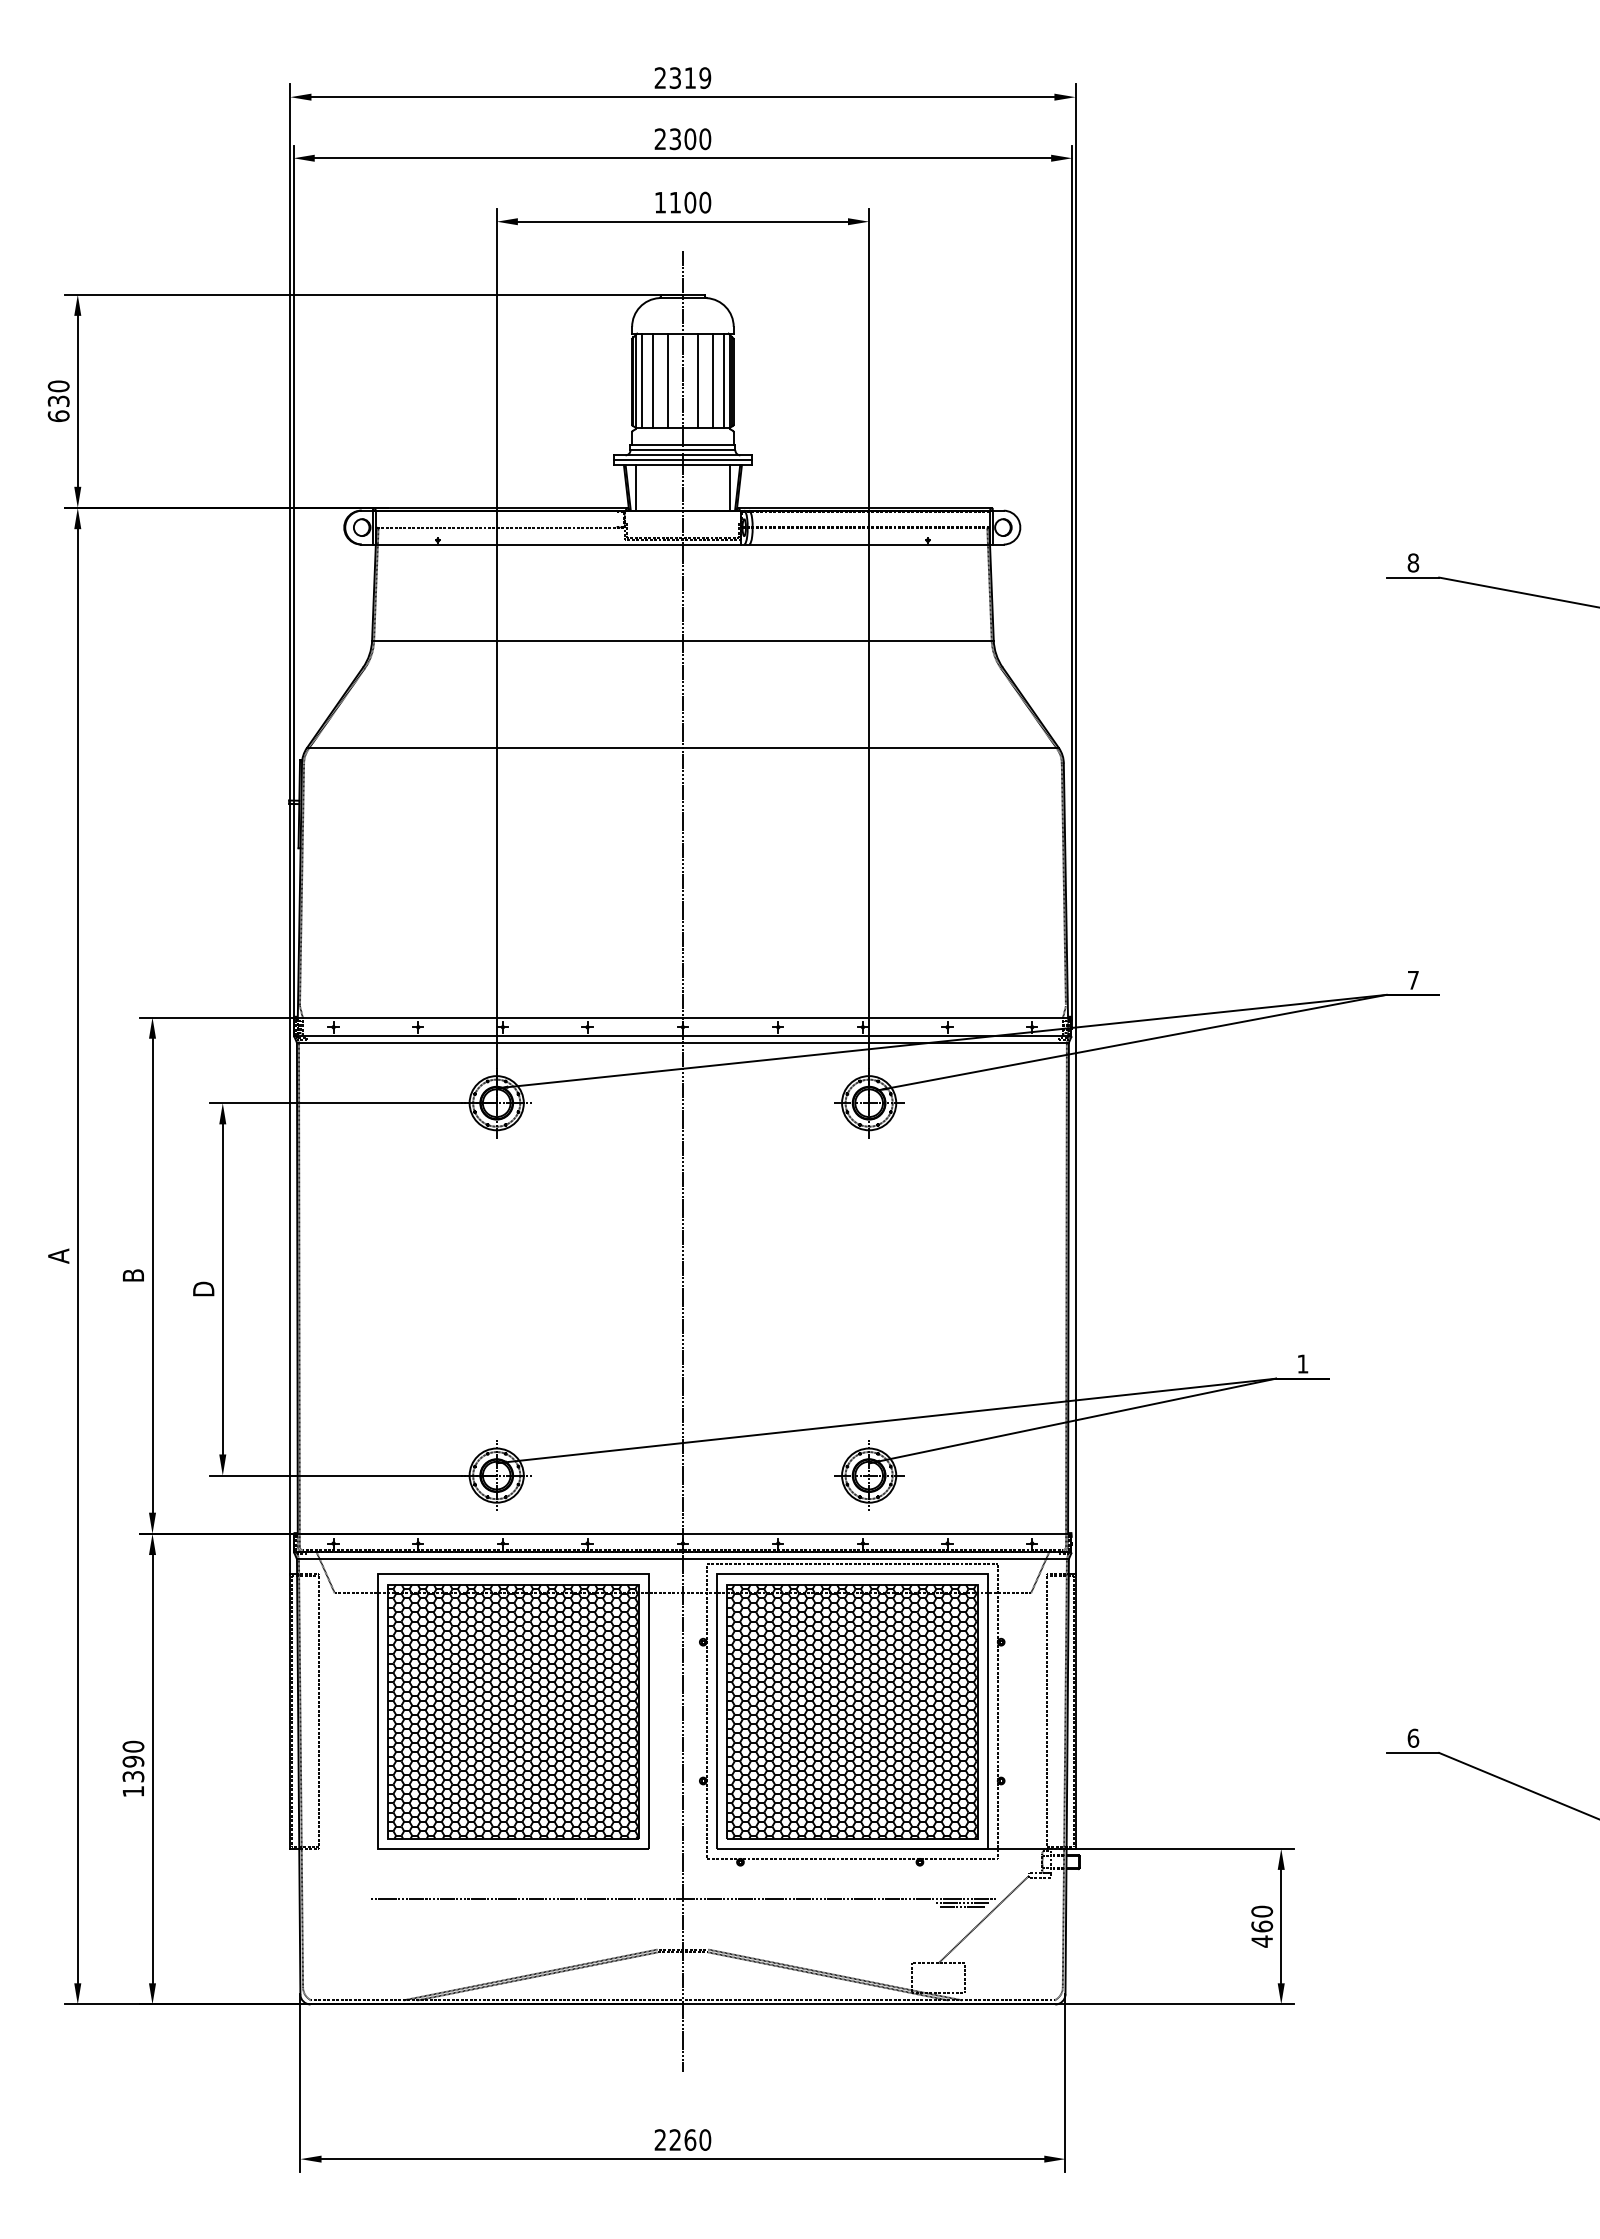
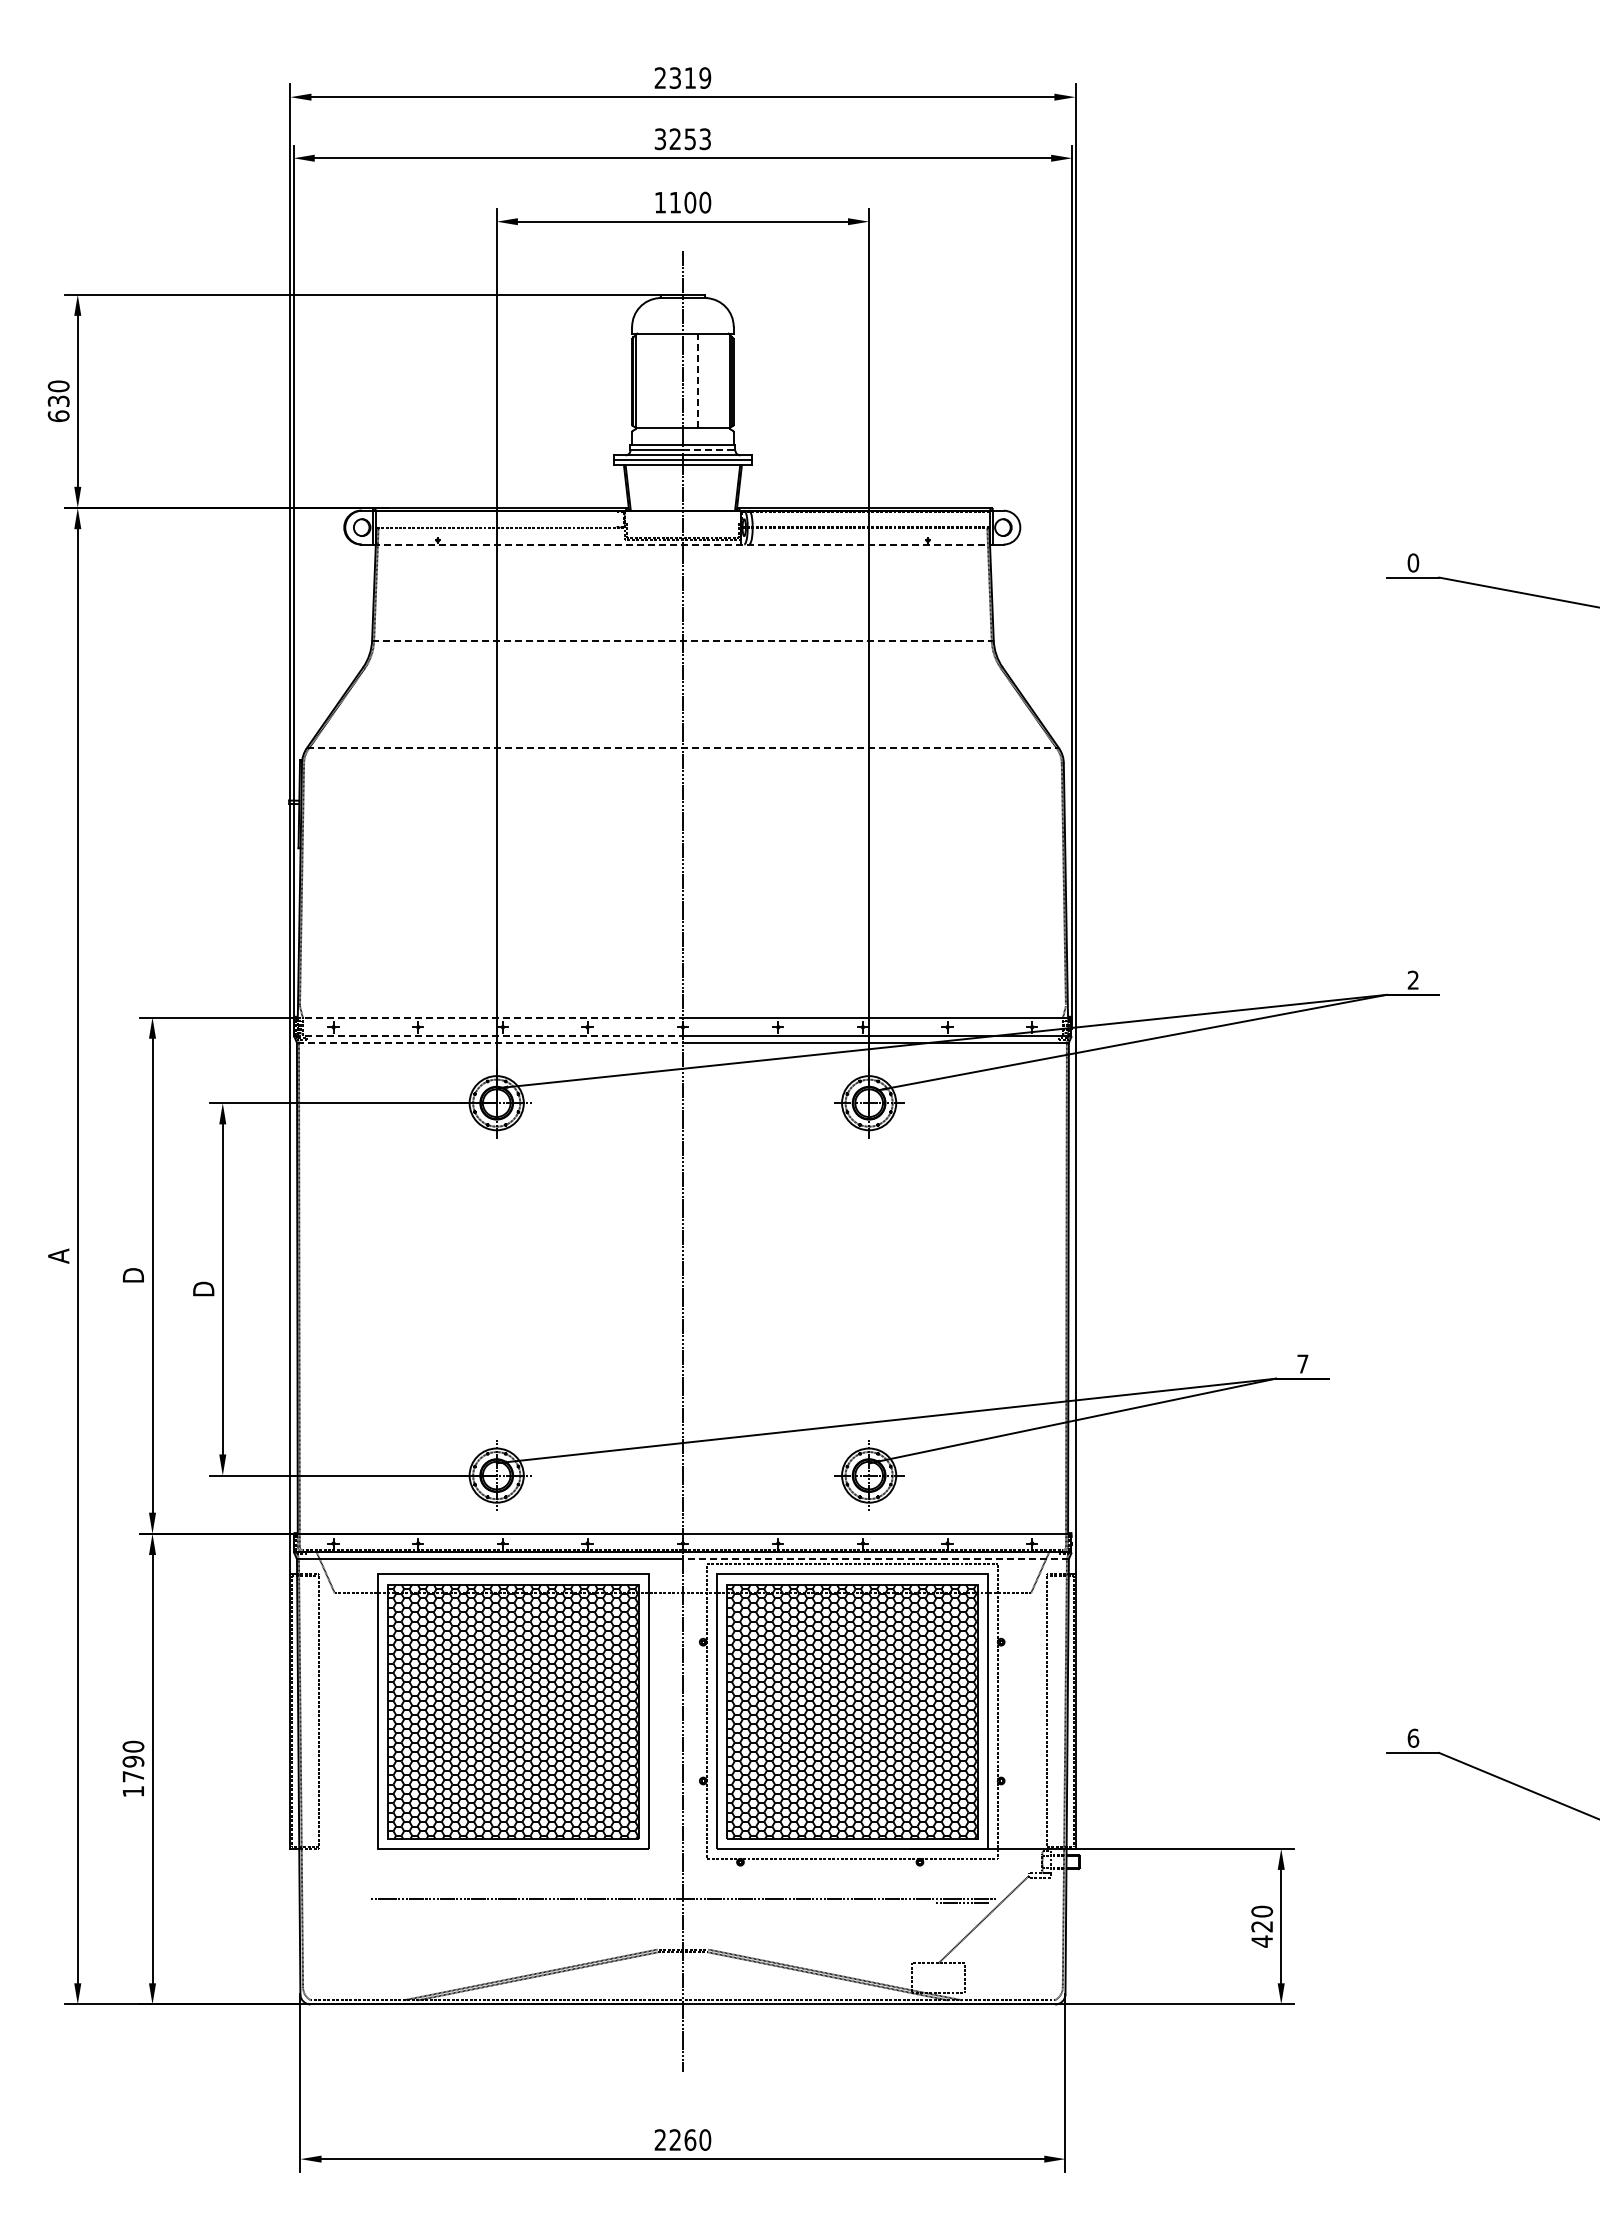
text at (682, 139): 2300 -> 3253
line at (642, 380): present -> none
line at (652, 380): present -> none
line at (668, 380): present -> none
line at (697, 380): solid -> dashed
line at (713, 380): present -> none
line at (723, 380): present -> none
line at (709, 450): solid -> dashed
line at (636, 487): present -> none
line at (729, 487): present -> none
line at (682, 544): solid -> dashed
text at (1413, 562): 8 -> 0
line at (682, 640): solid -> dashed
line at (683, 748): solid -> dashed
text at (1412, 979): 7 -> 2
line at (489, 1017): solid -> dashed
line at (489, 1036): solid -> dashed
line at (489, 1042): solid -> dashed
text at (133, 1275): B -> D
text at (1302, 1363): 1 -> 7
line at (875, 1559): solid -> dashed
text at (133, 1776): 1390 -> 1790
line at (962, 1907): present -> none
text at (1262, 1926): 460 -> 420
